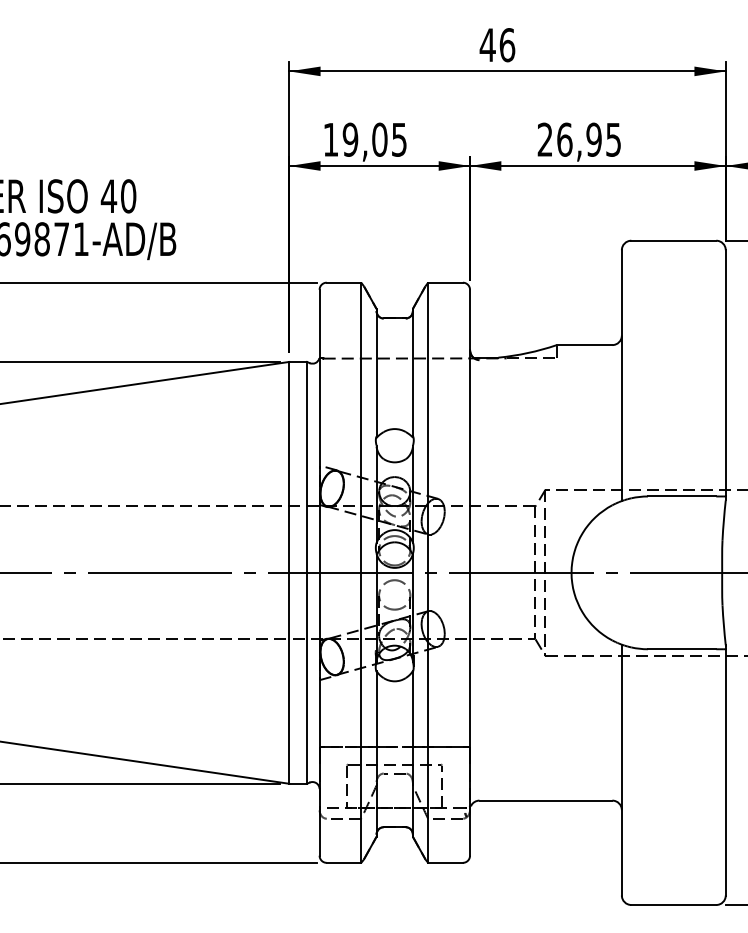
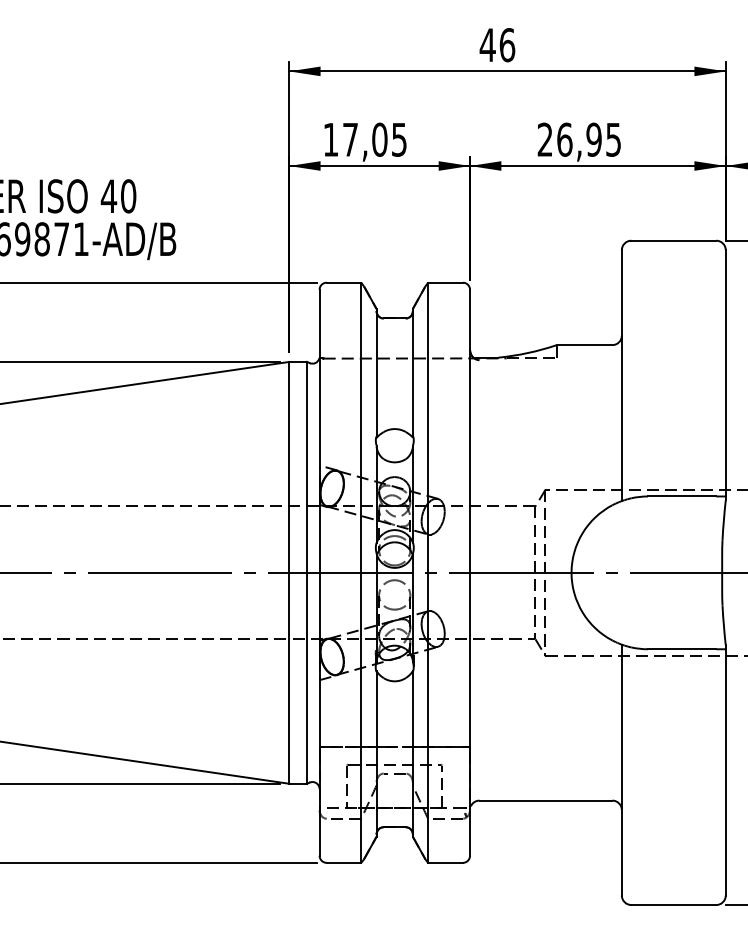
text at (350, 139): 19,05 -> 17,05
